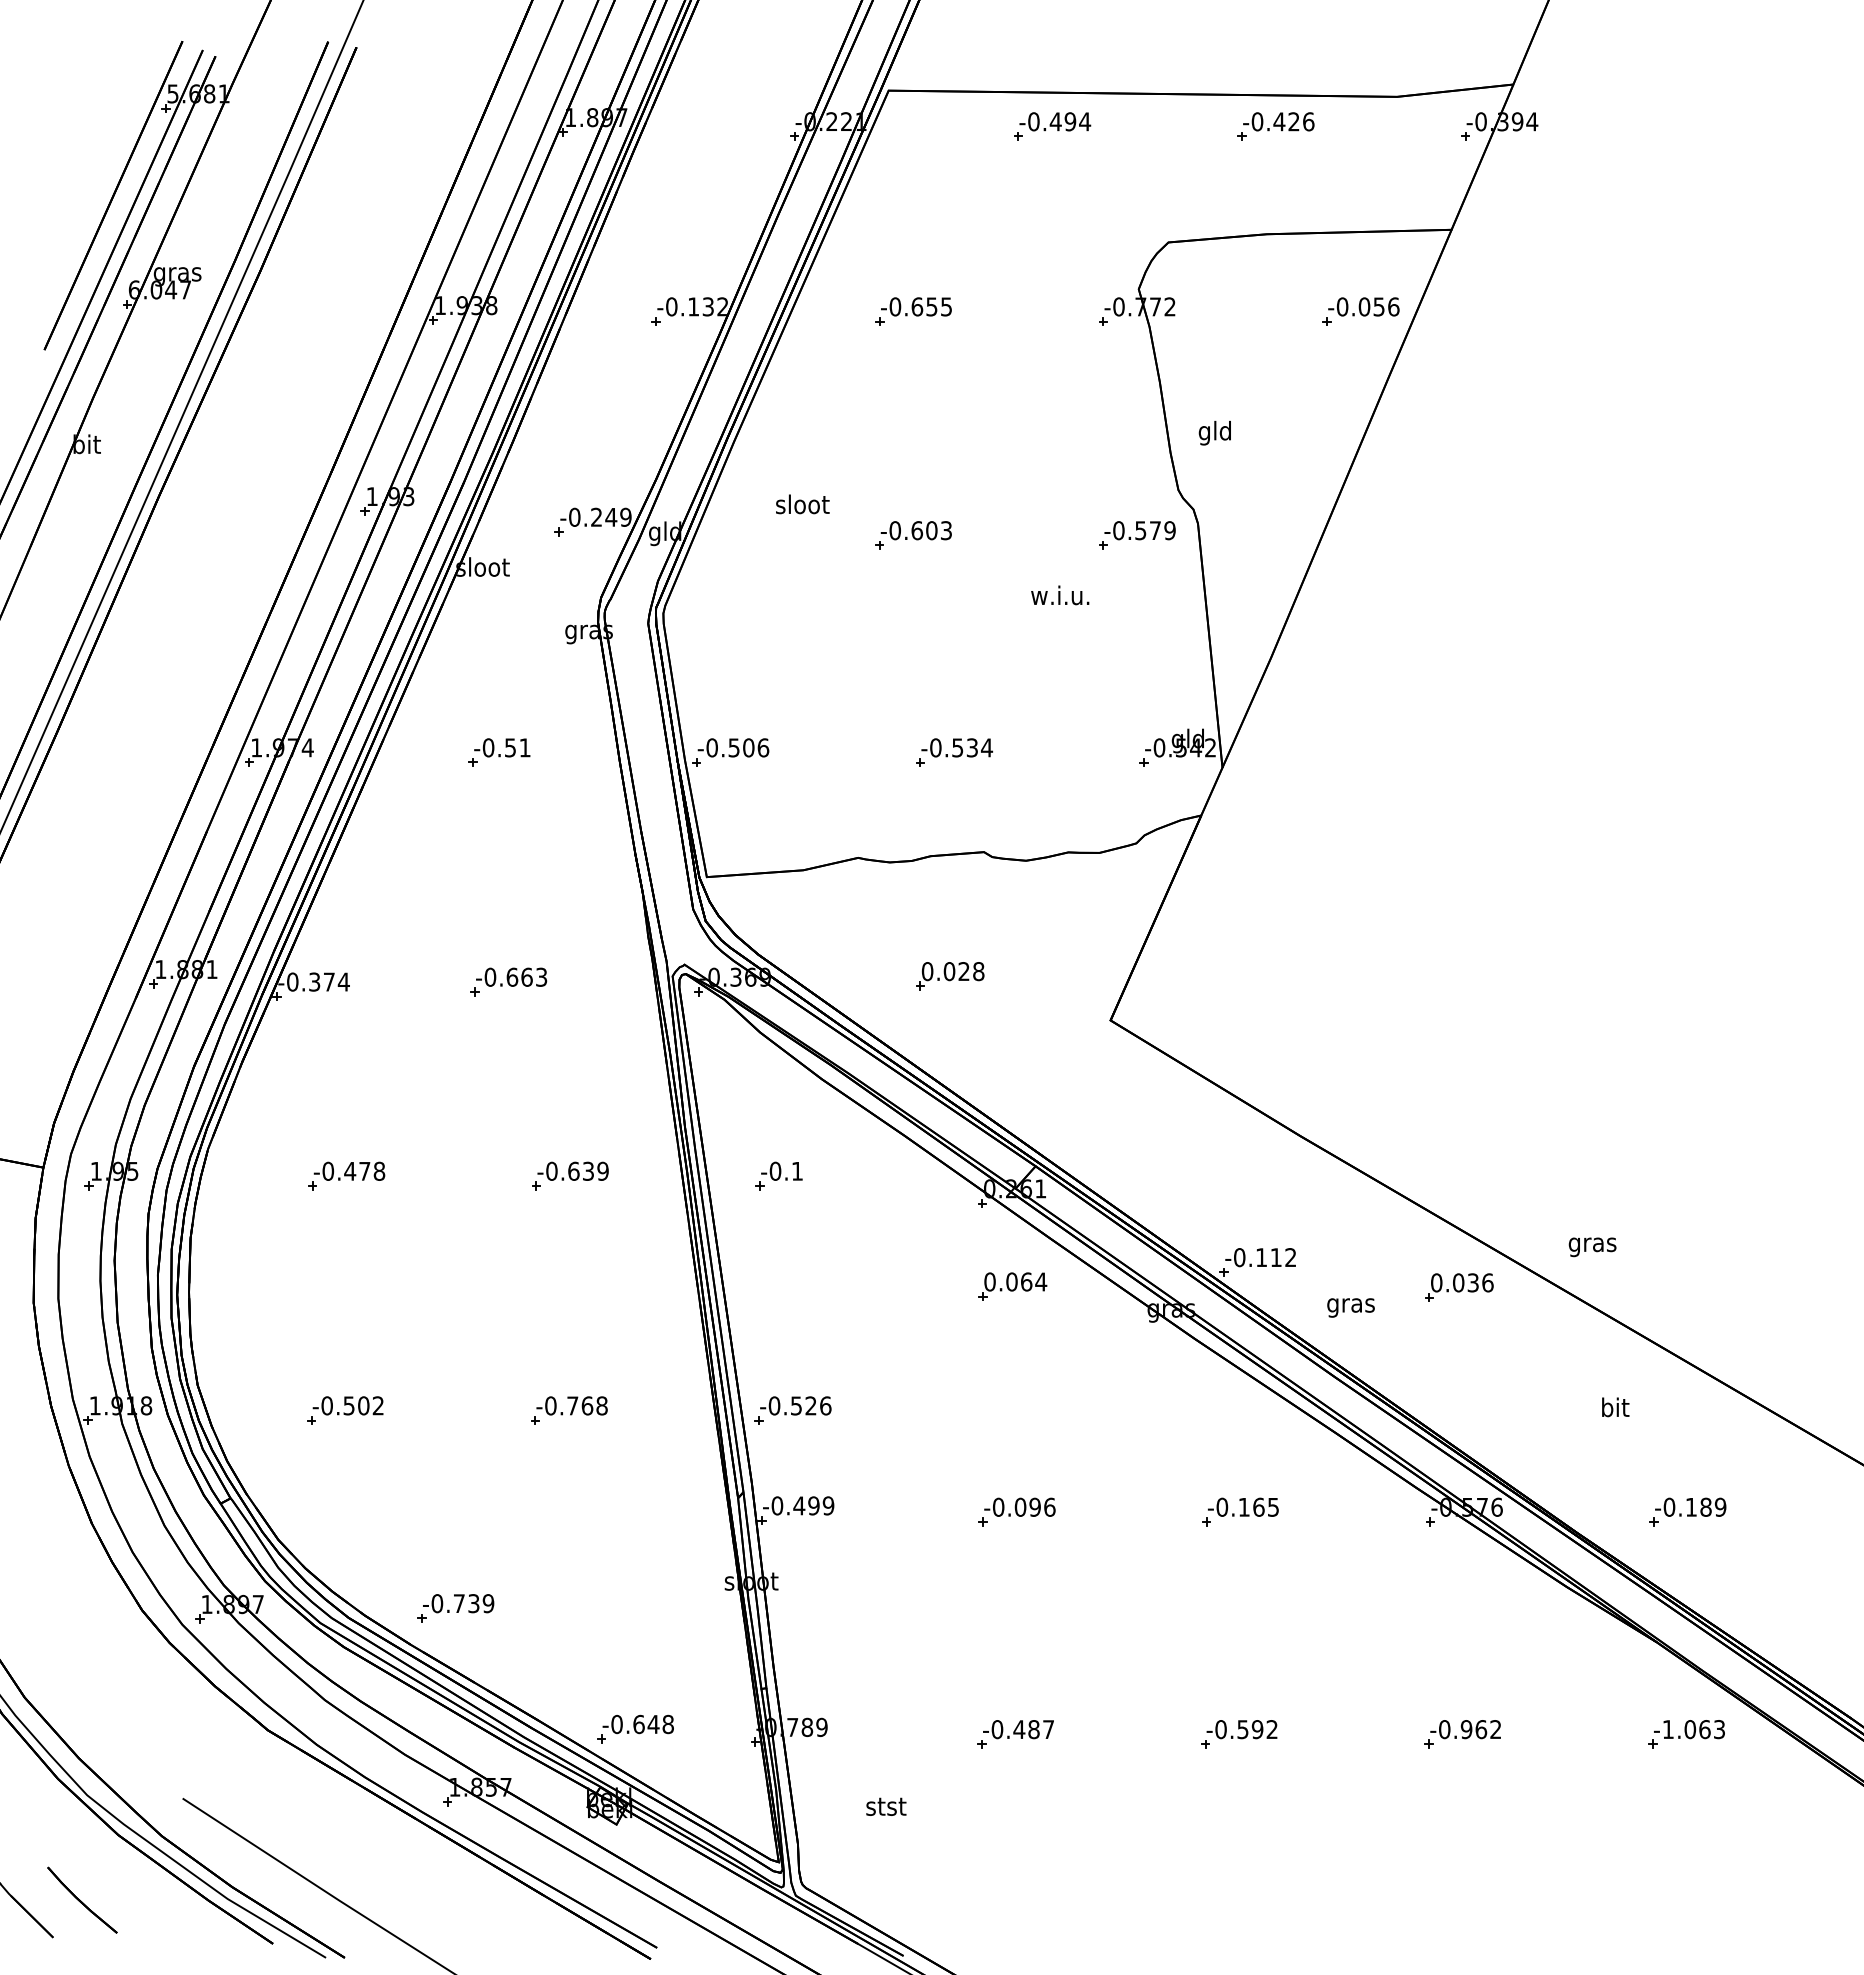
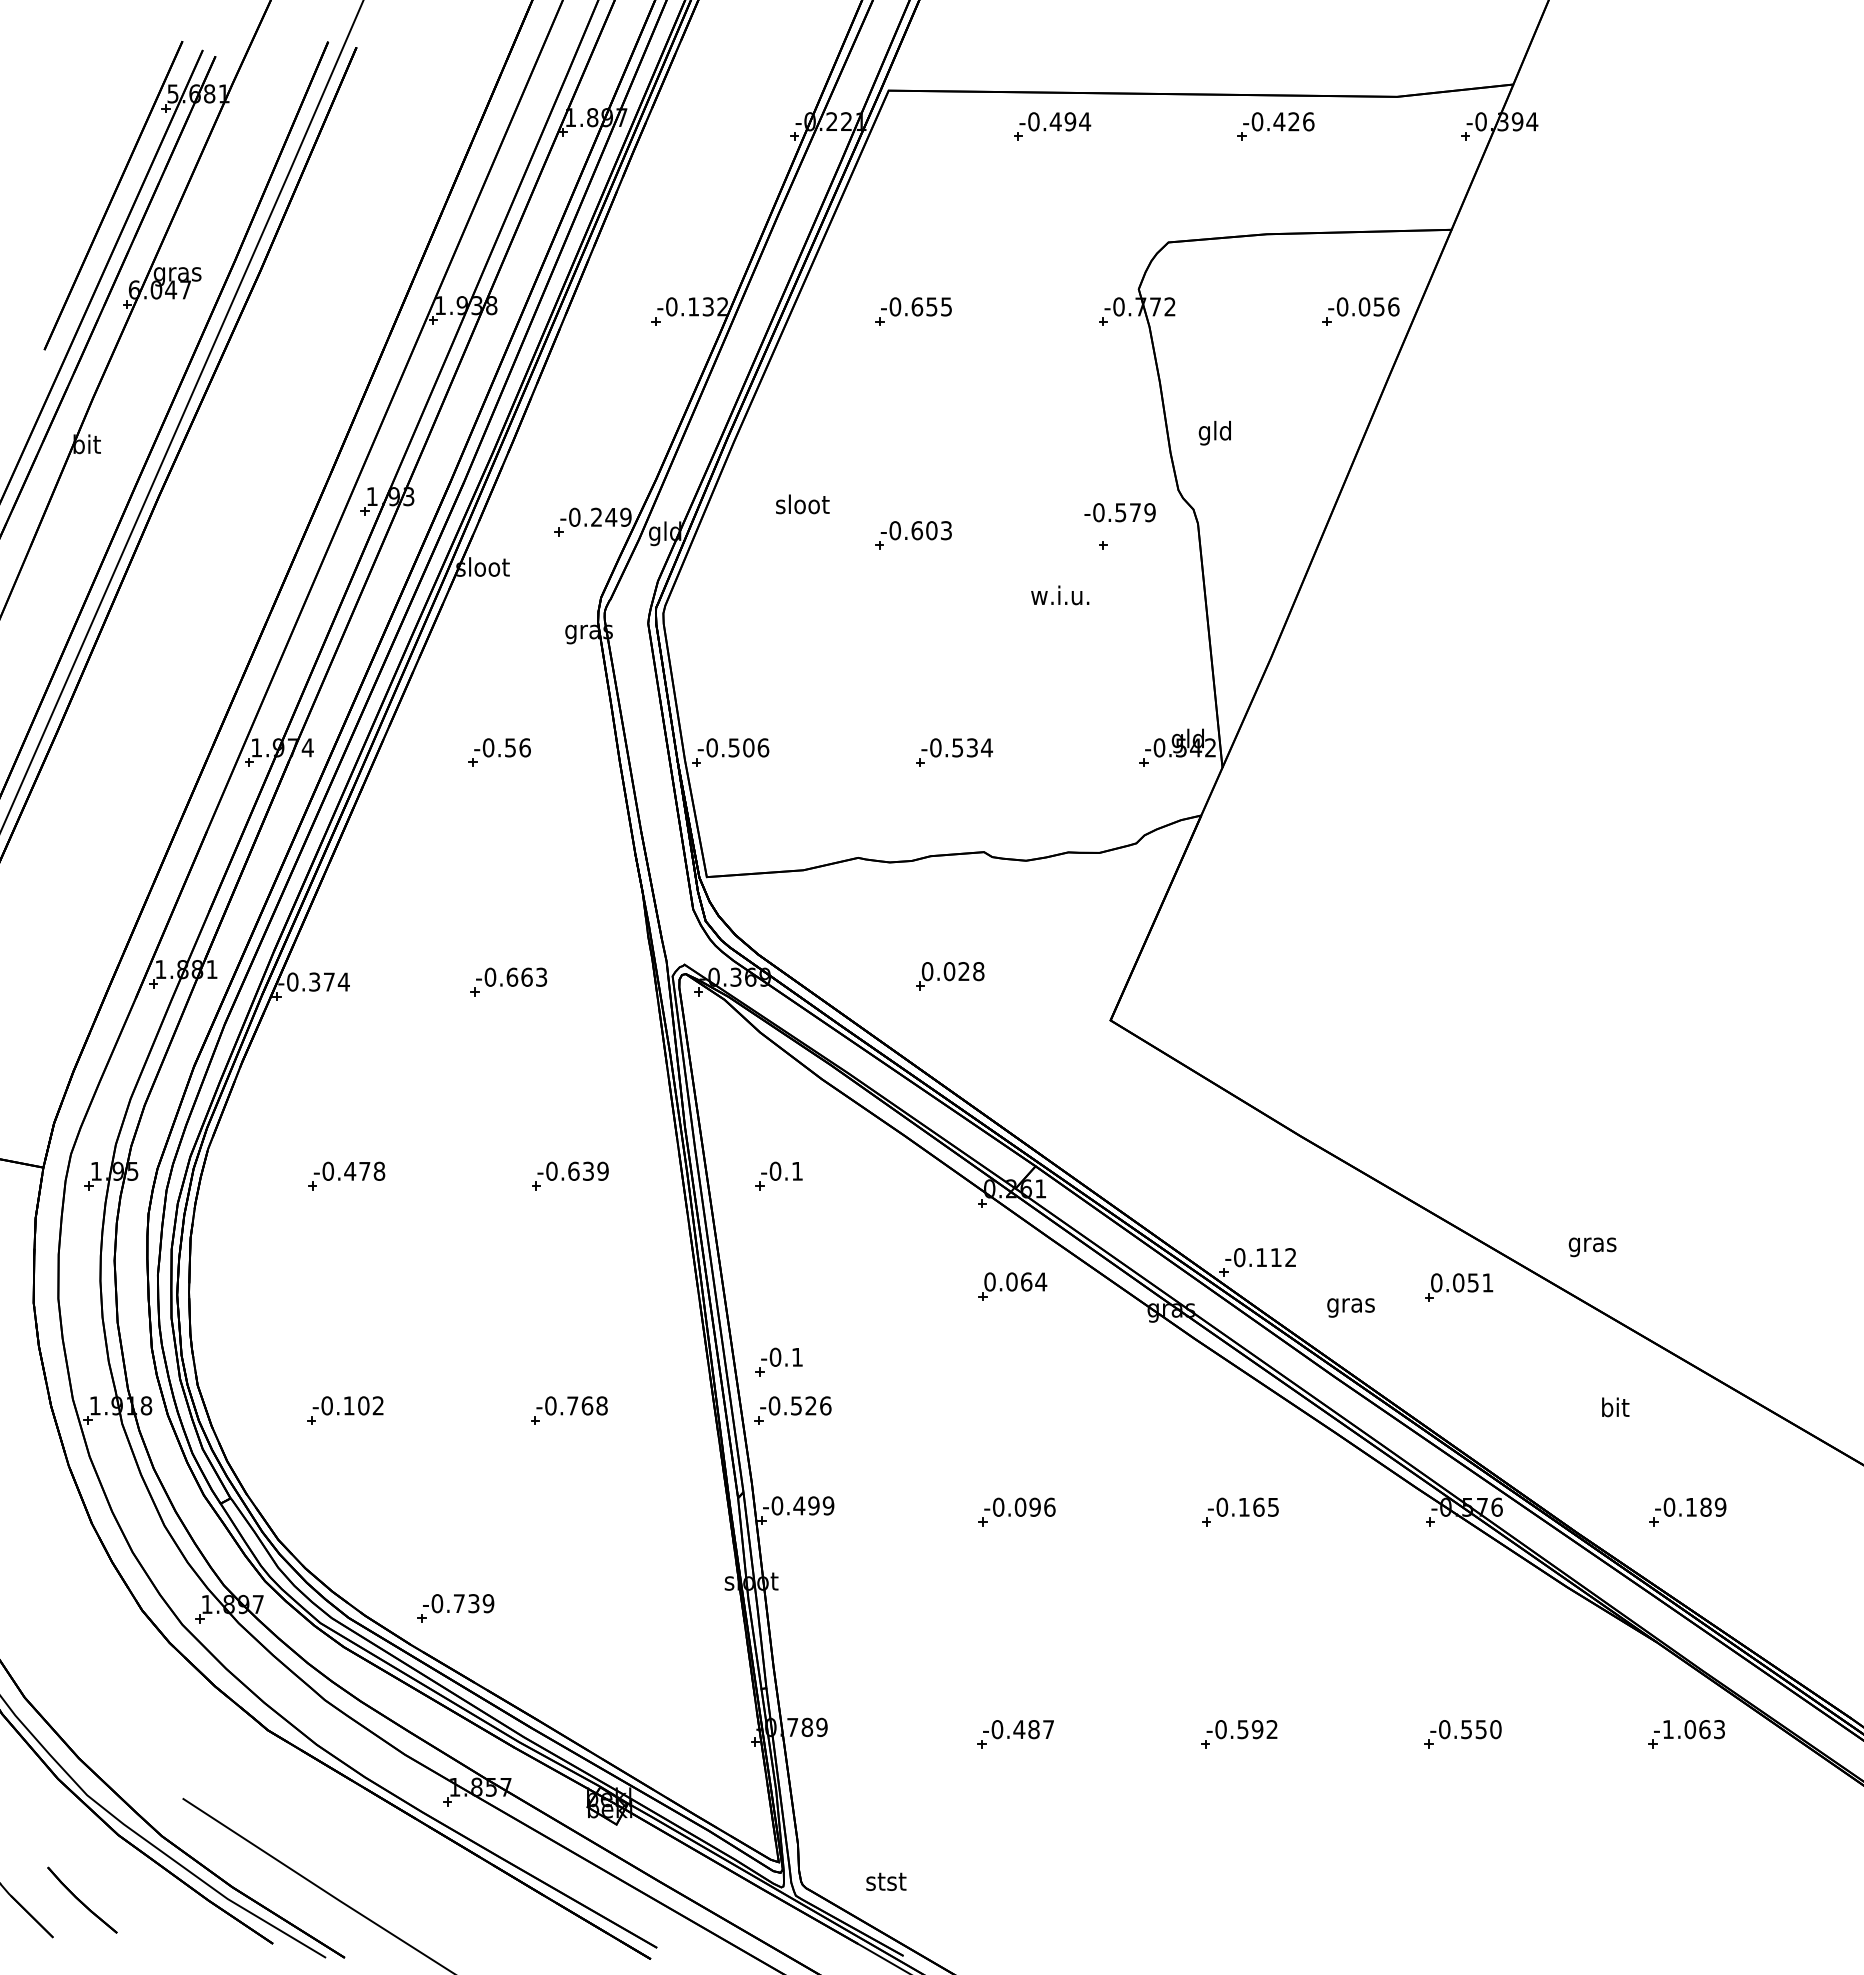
text at (1139, 530) position: (1139, 530) -> (1119, 512)
text at (524, 747): -0.51 -> -0.56
text at (1480, 1282): 0.036 -> 0.051
part at (778, 1361): none -> present
text at (348, 1405): -0.502 -> -0.102
part at (635, 1728): present -> none
text at (1480, 1729): -0.962 -> -0.550
text at (886, 1806) position: (886, 1806) -> (886, 1881)
